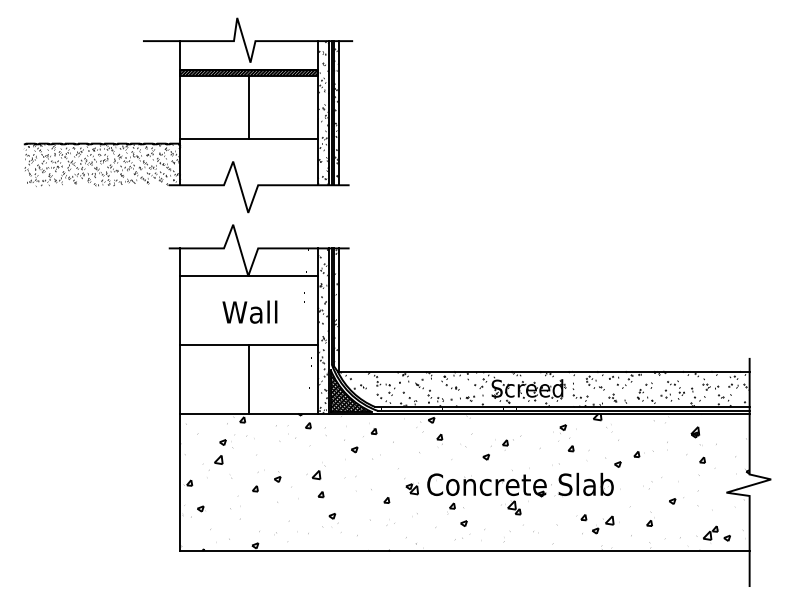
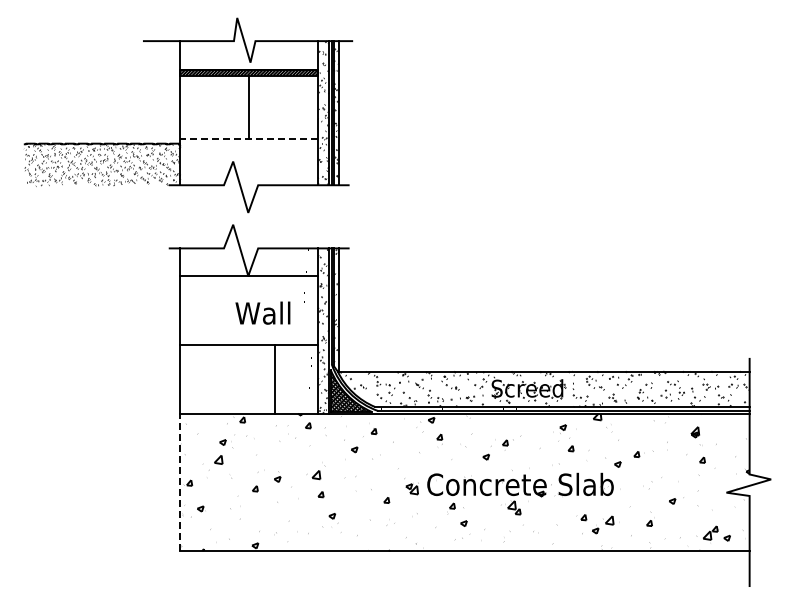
line at (249, 138): solid -> dashed
text at (249, 311) position: (249, 311) -> (262, 312)
line at (249, 378) position: (249, 378) -> (275, 378)
line at (180, 482): solid -> dashed
